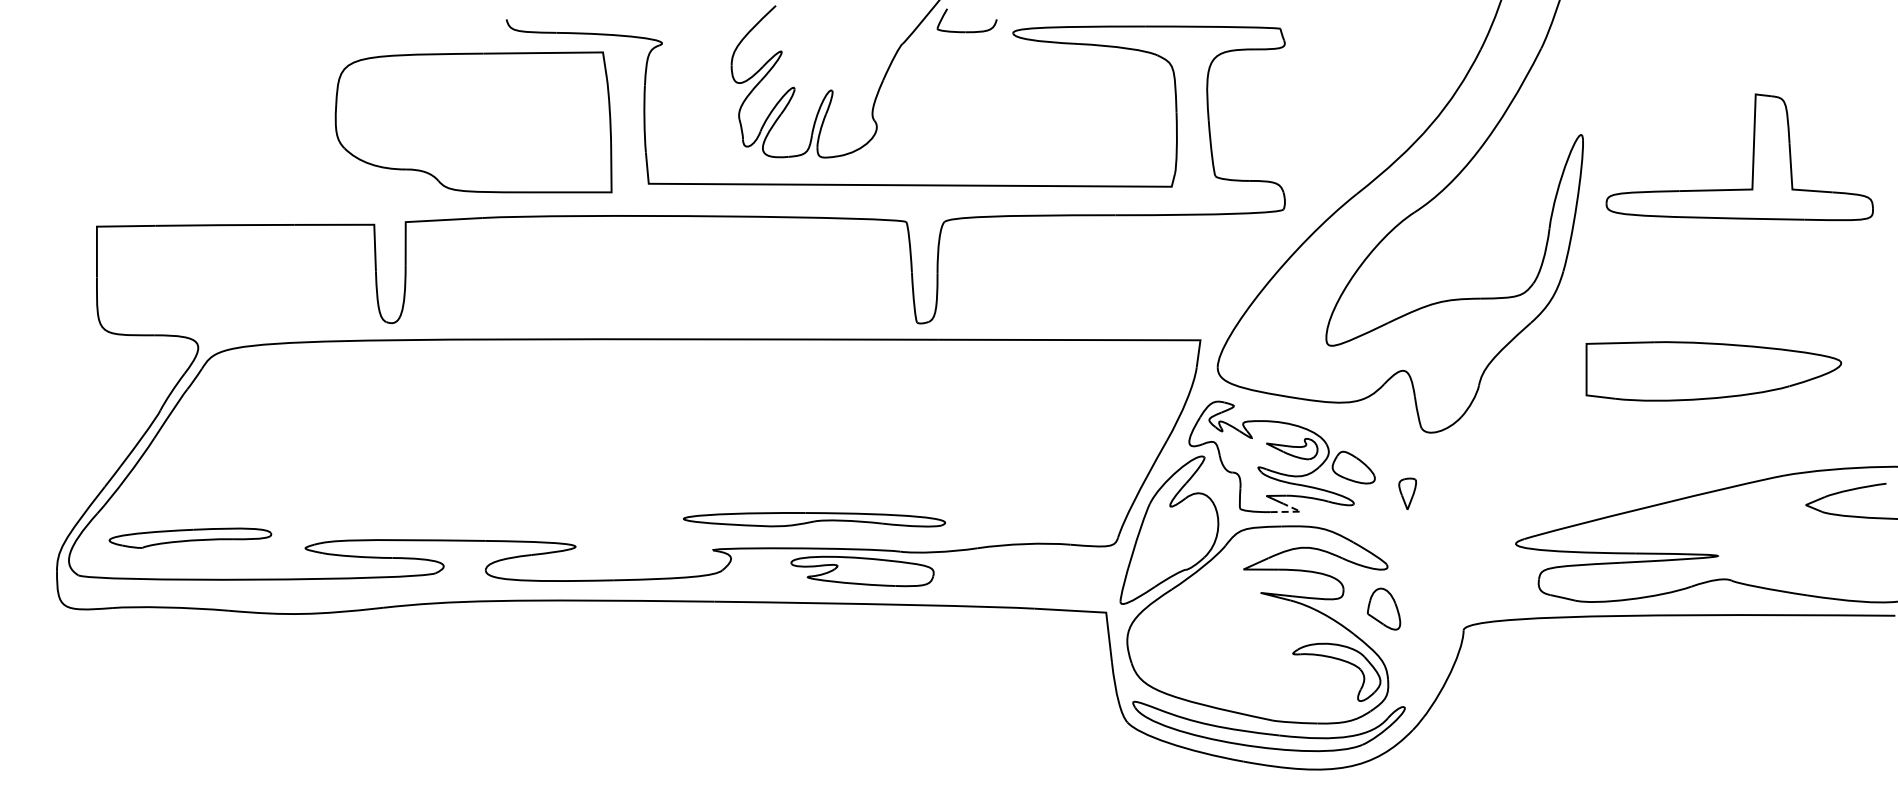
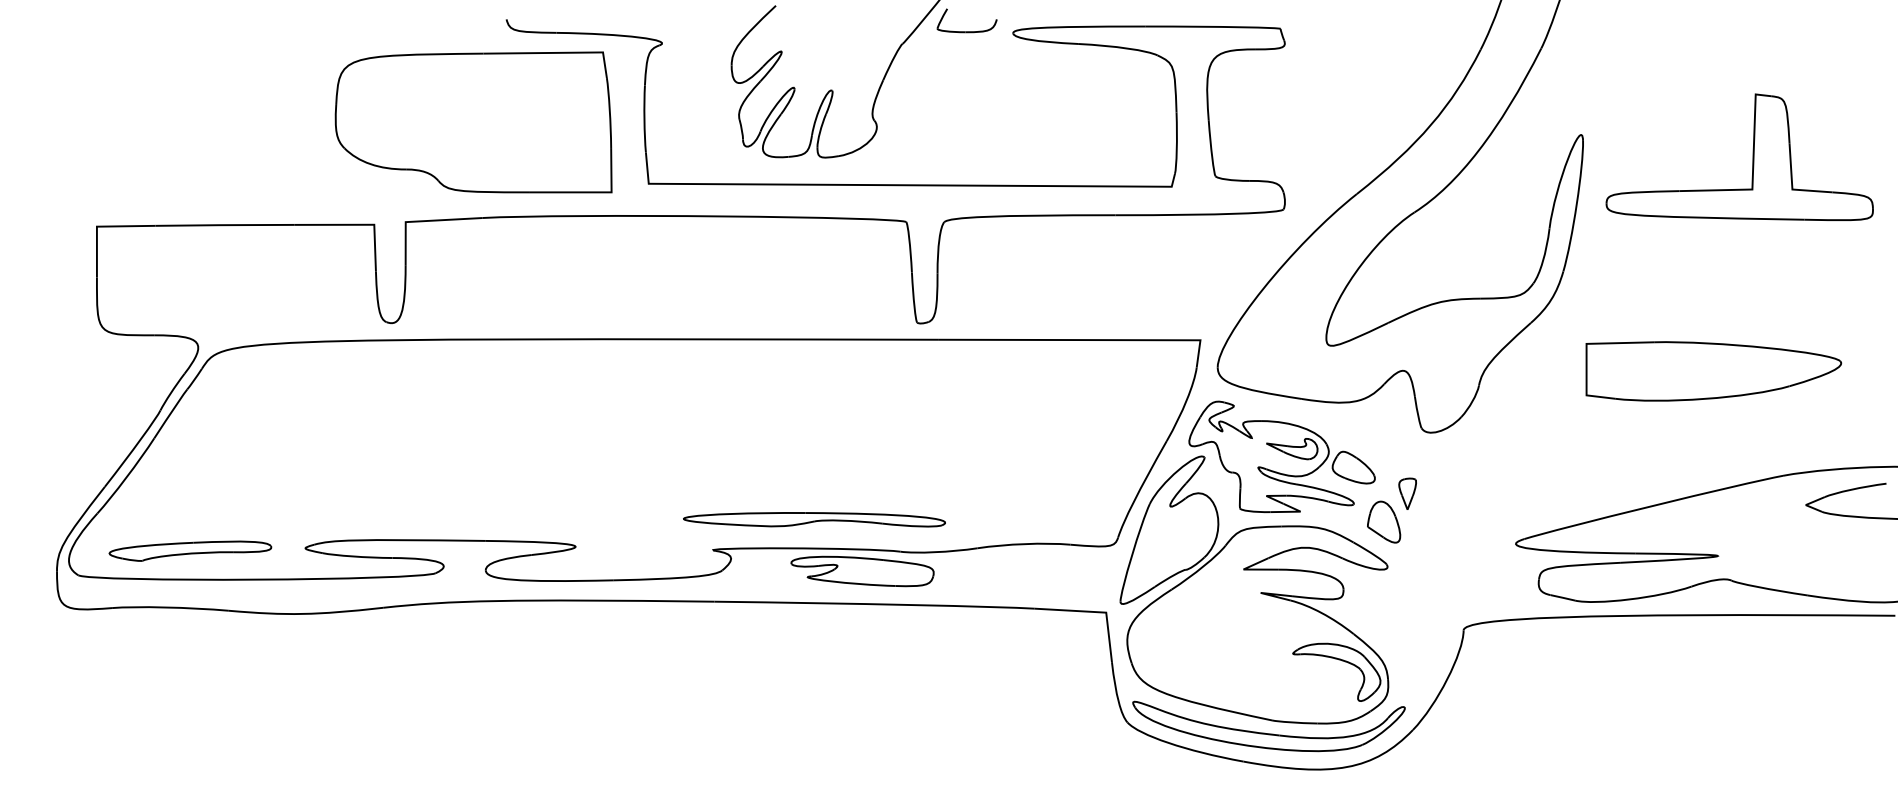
line at (1296, 511): dashed -> solid
part at (190, 537) position: (190, 537) -> (190, 550)
part at (1384, 608) position: (1384, 608) -> (1384, 521)
